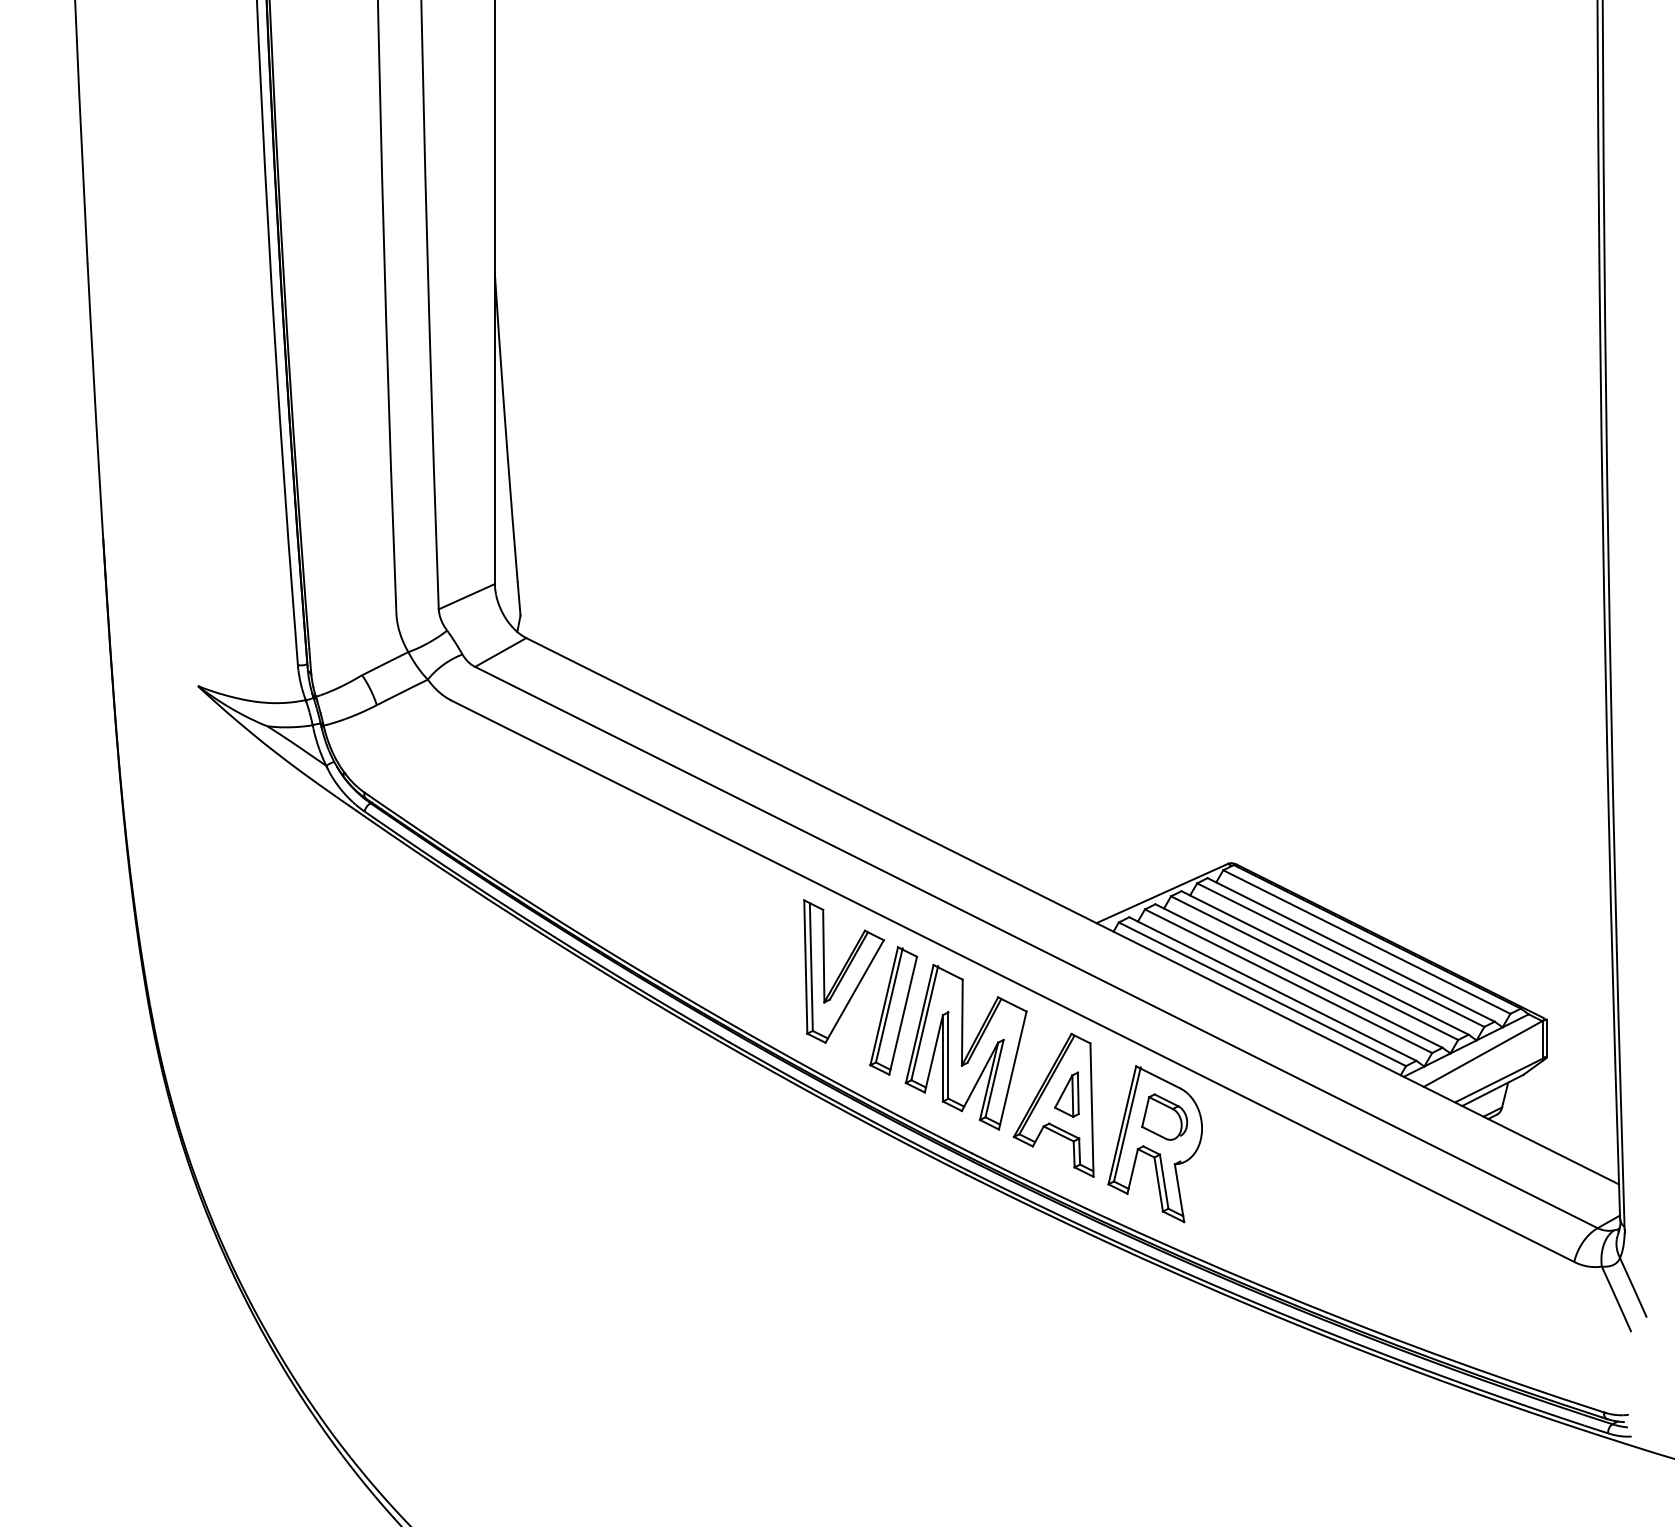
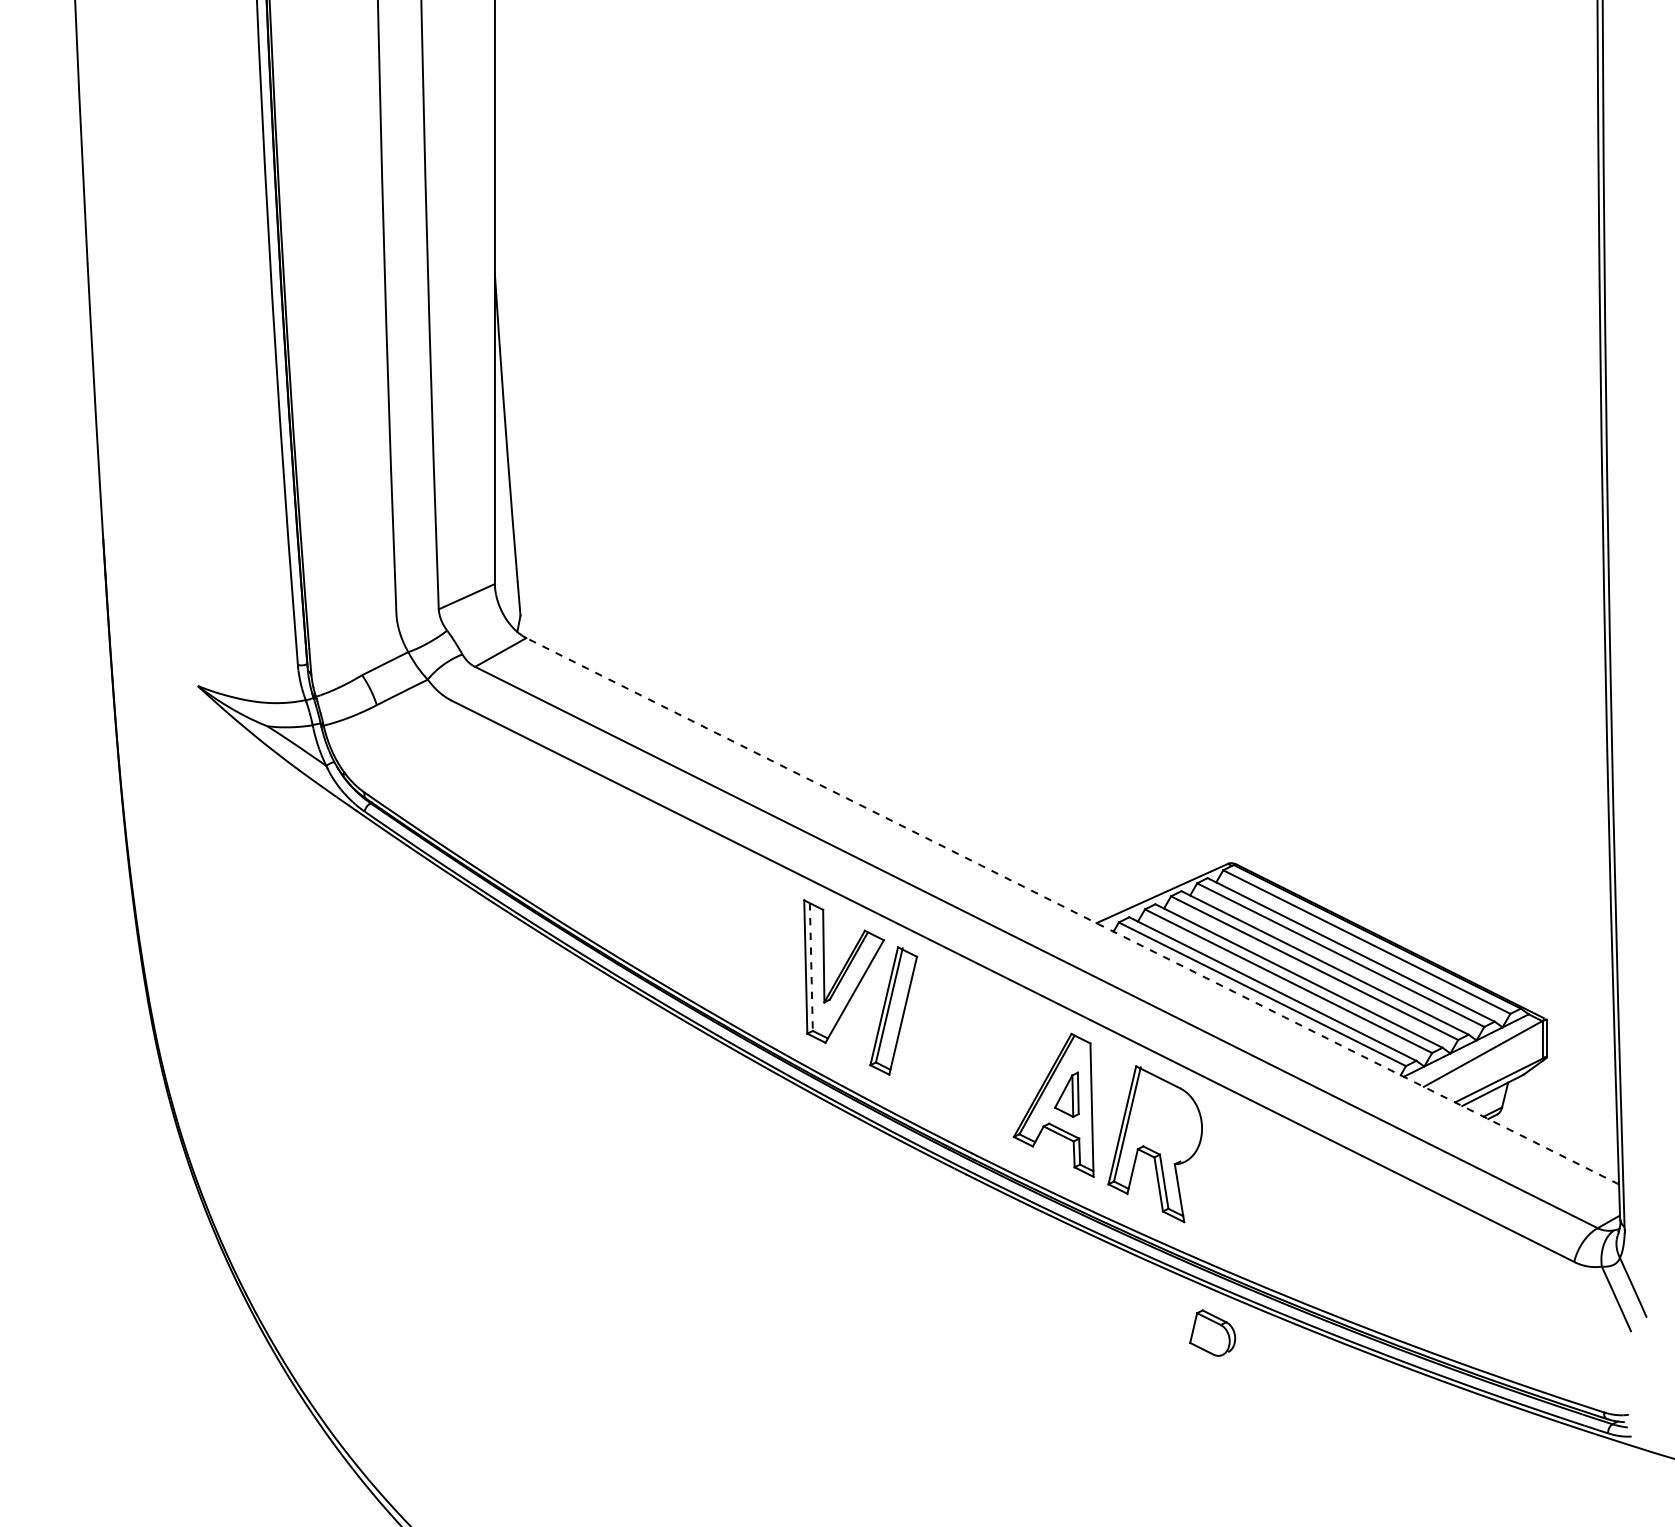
line at (1072, 911): solid -> dashed
line at (811, 967): solid -> dashed
part at (965, 1047): present -> none
part at (1164, 1116) position: (1164, 1116) -> (1212, 1332)
